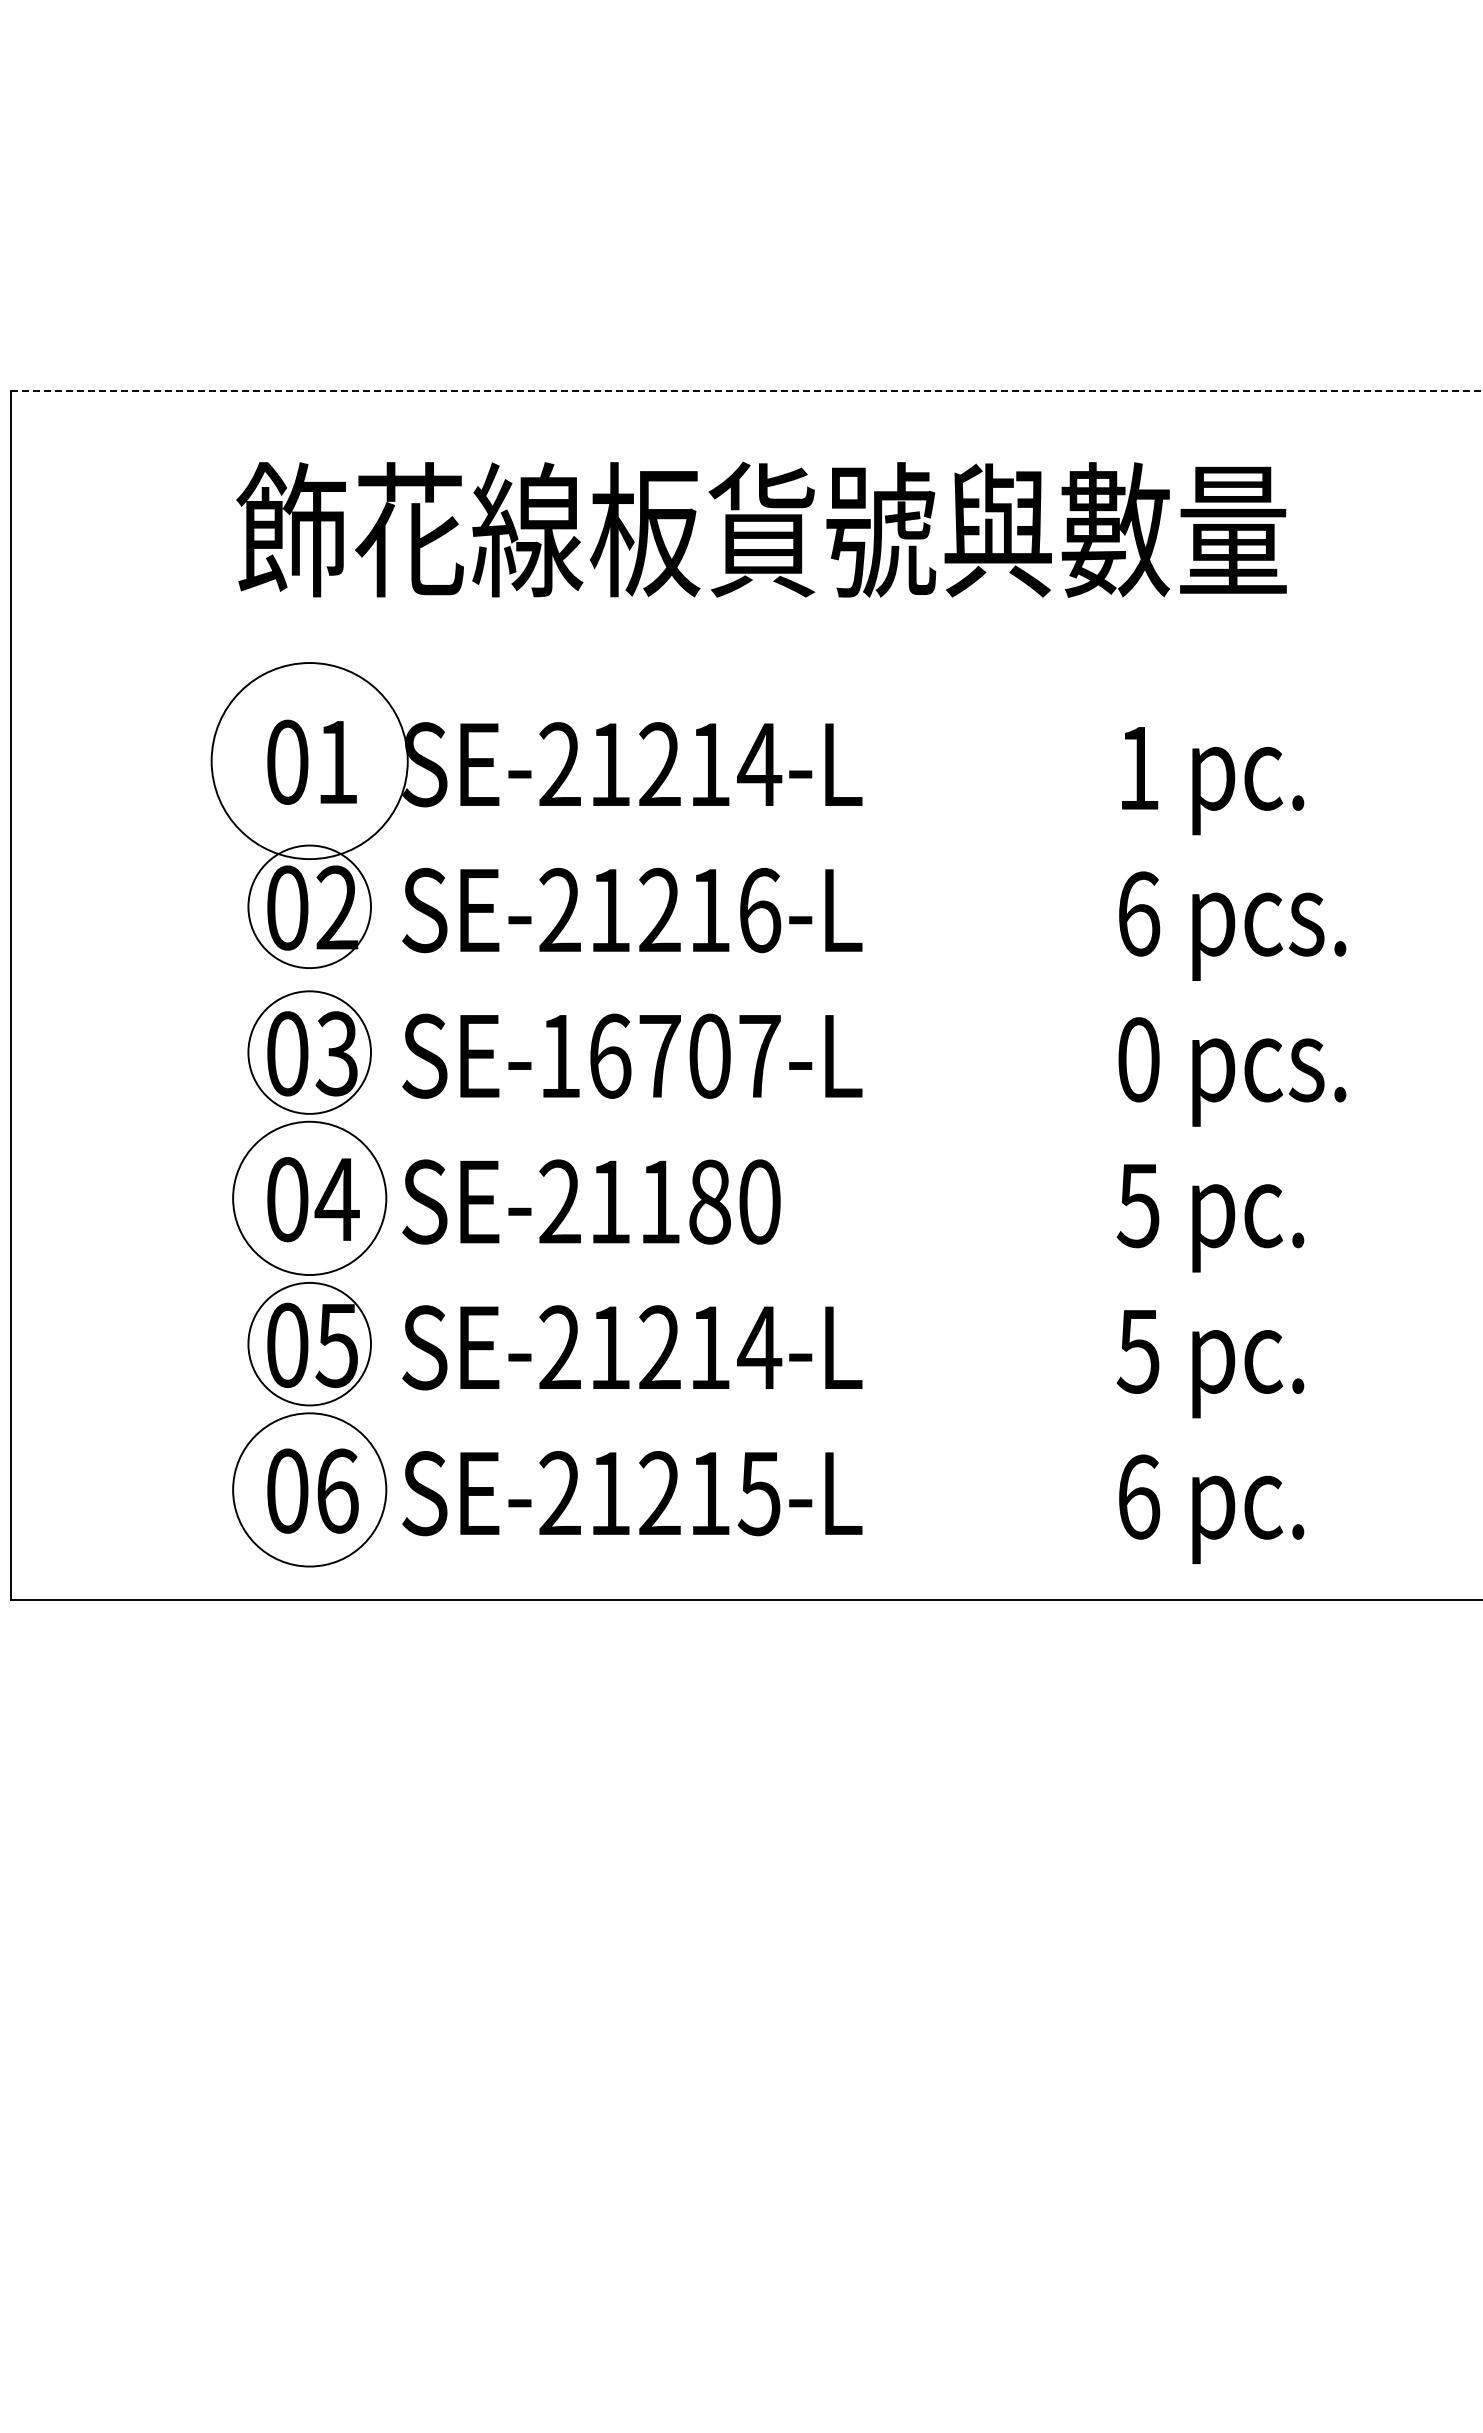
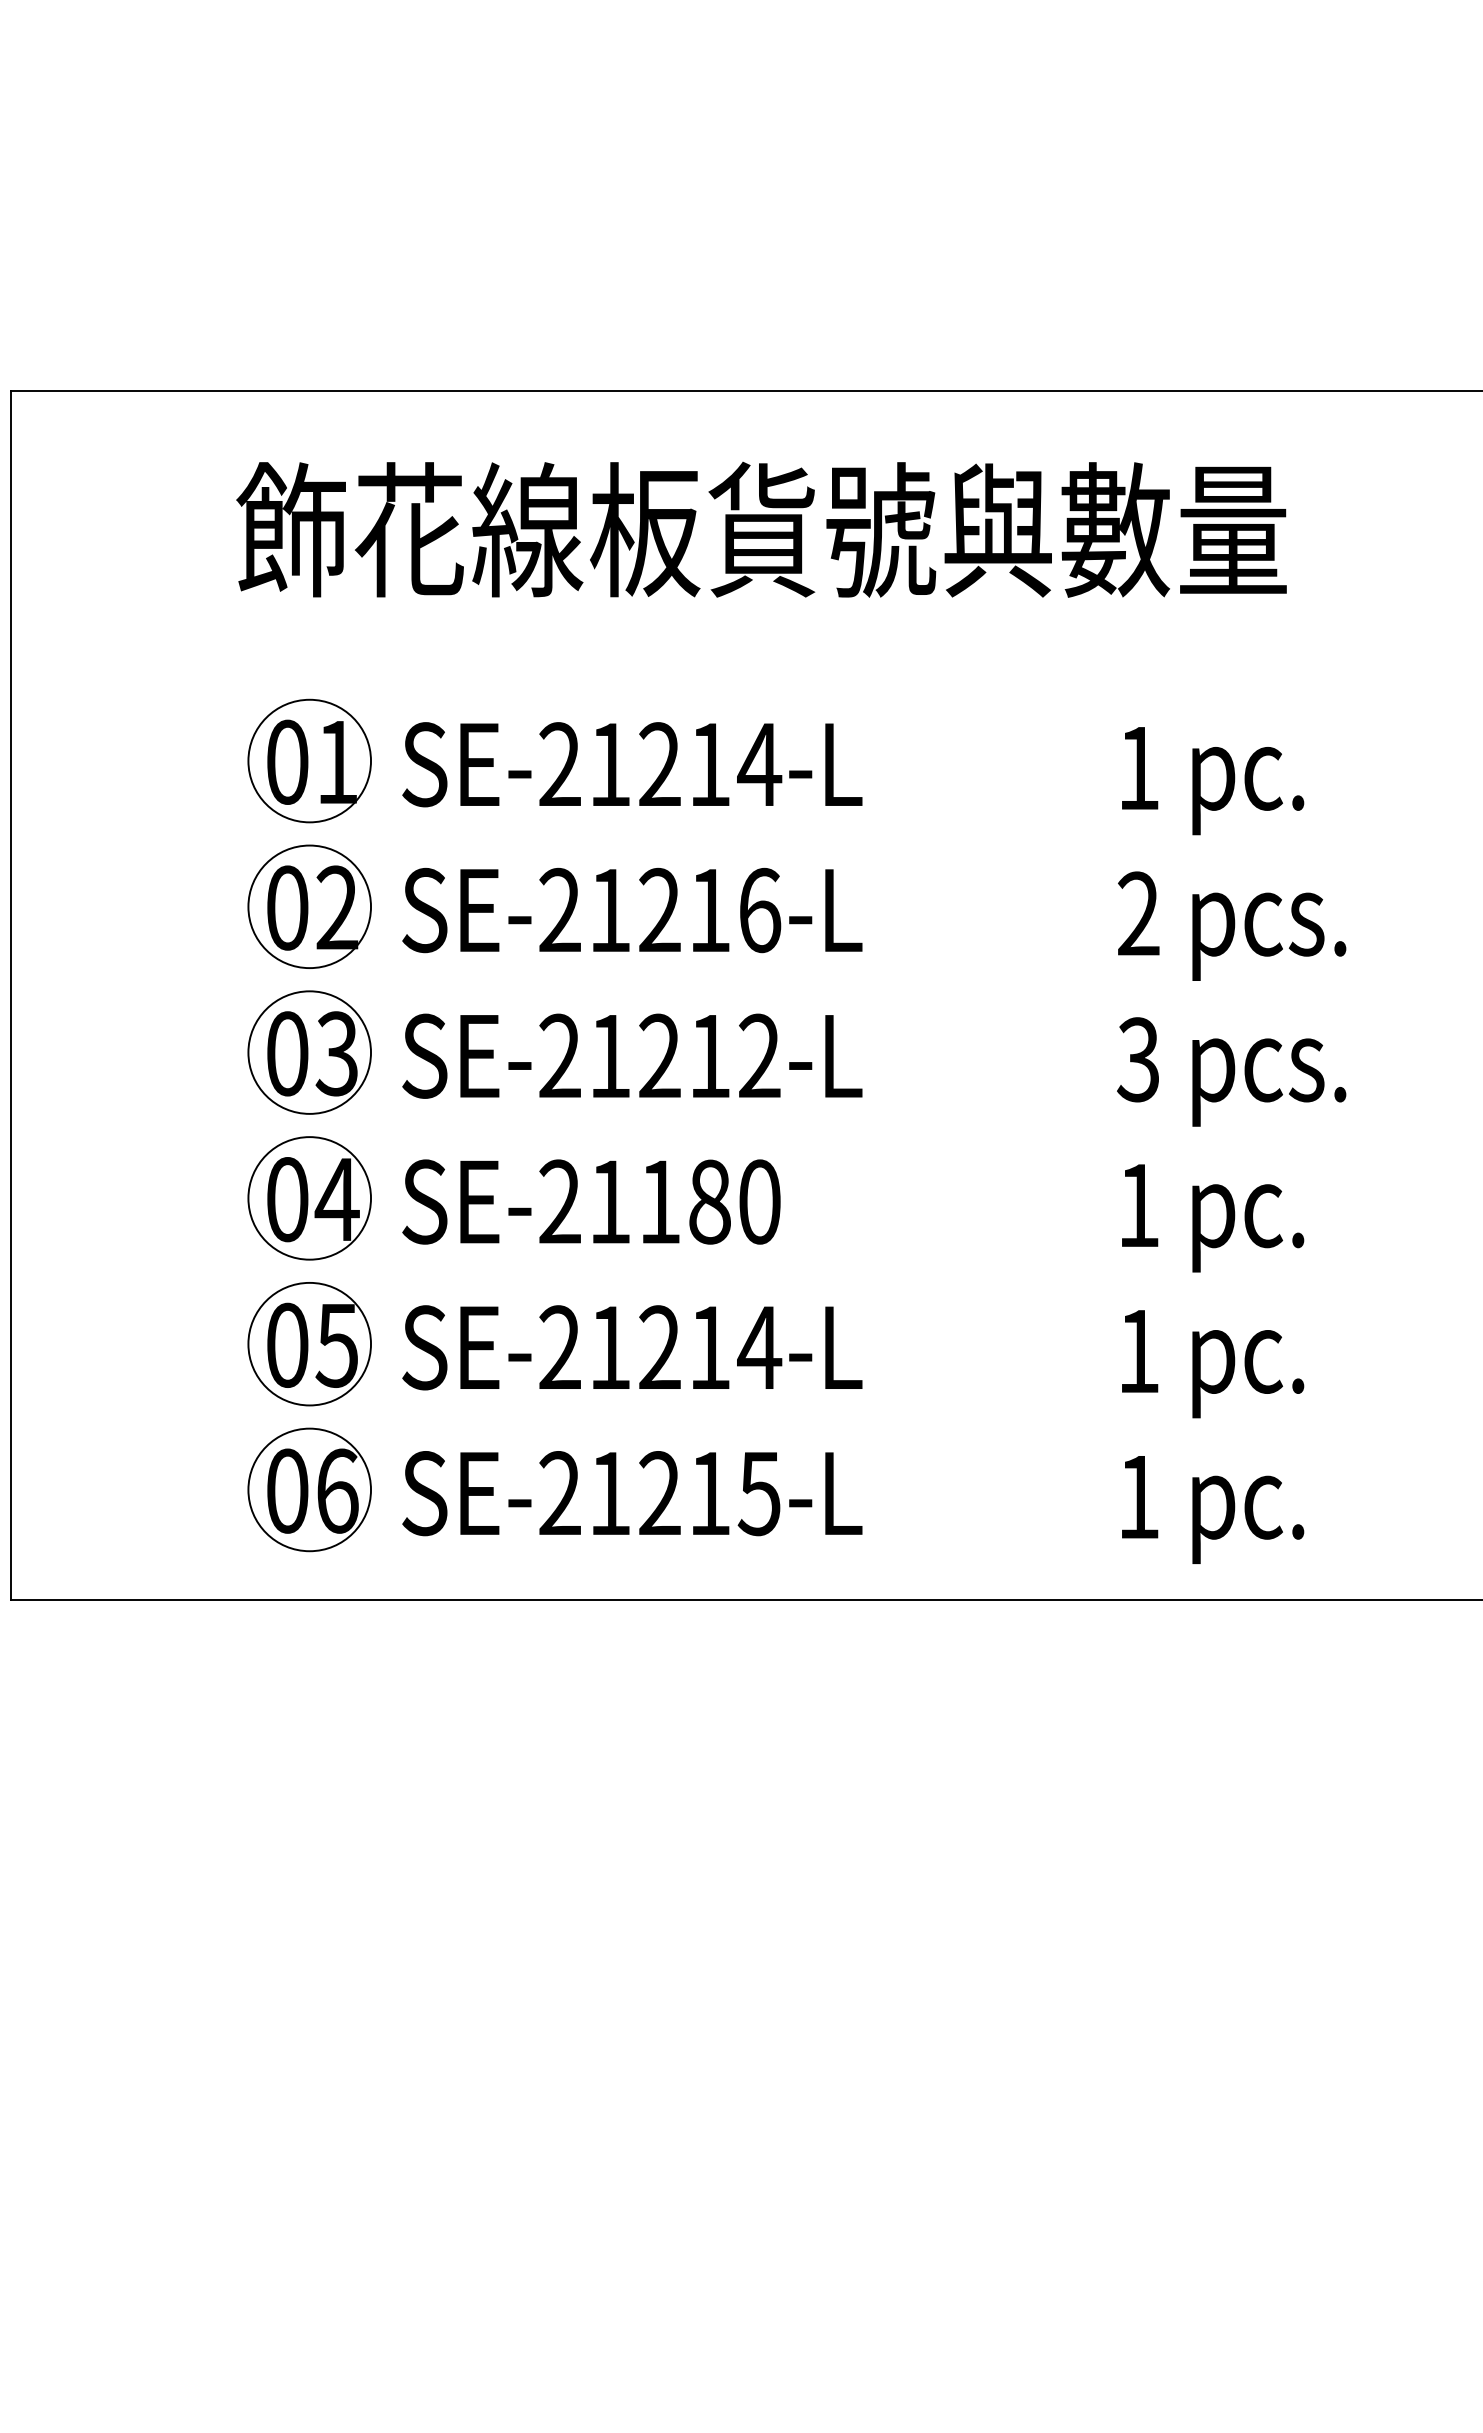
line at (746, 390): dashed -> solid
circle at (309, 761) diameter: 196 px -> 123 px
text at (1139, 913): 6 -> 2
text at (659, 1055): SE-16707-L -> SE-21212-L
text at (1138, 1059): 0 -> 3
circle at (309, 1198) diameter: 153 px -> 123 px
text at (1137, 1206): 5 -> 1
text at (1137, 1351): 5 -> 1
circle at (309, 1489) diameter: 153 px -> 123 px
text at (1139, 1496): 6 -> 1
